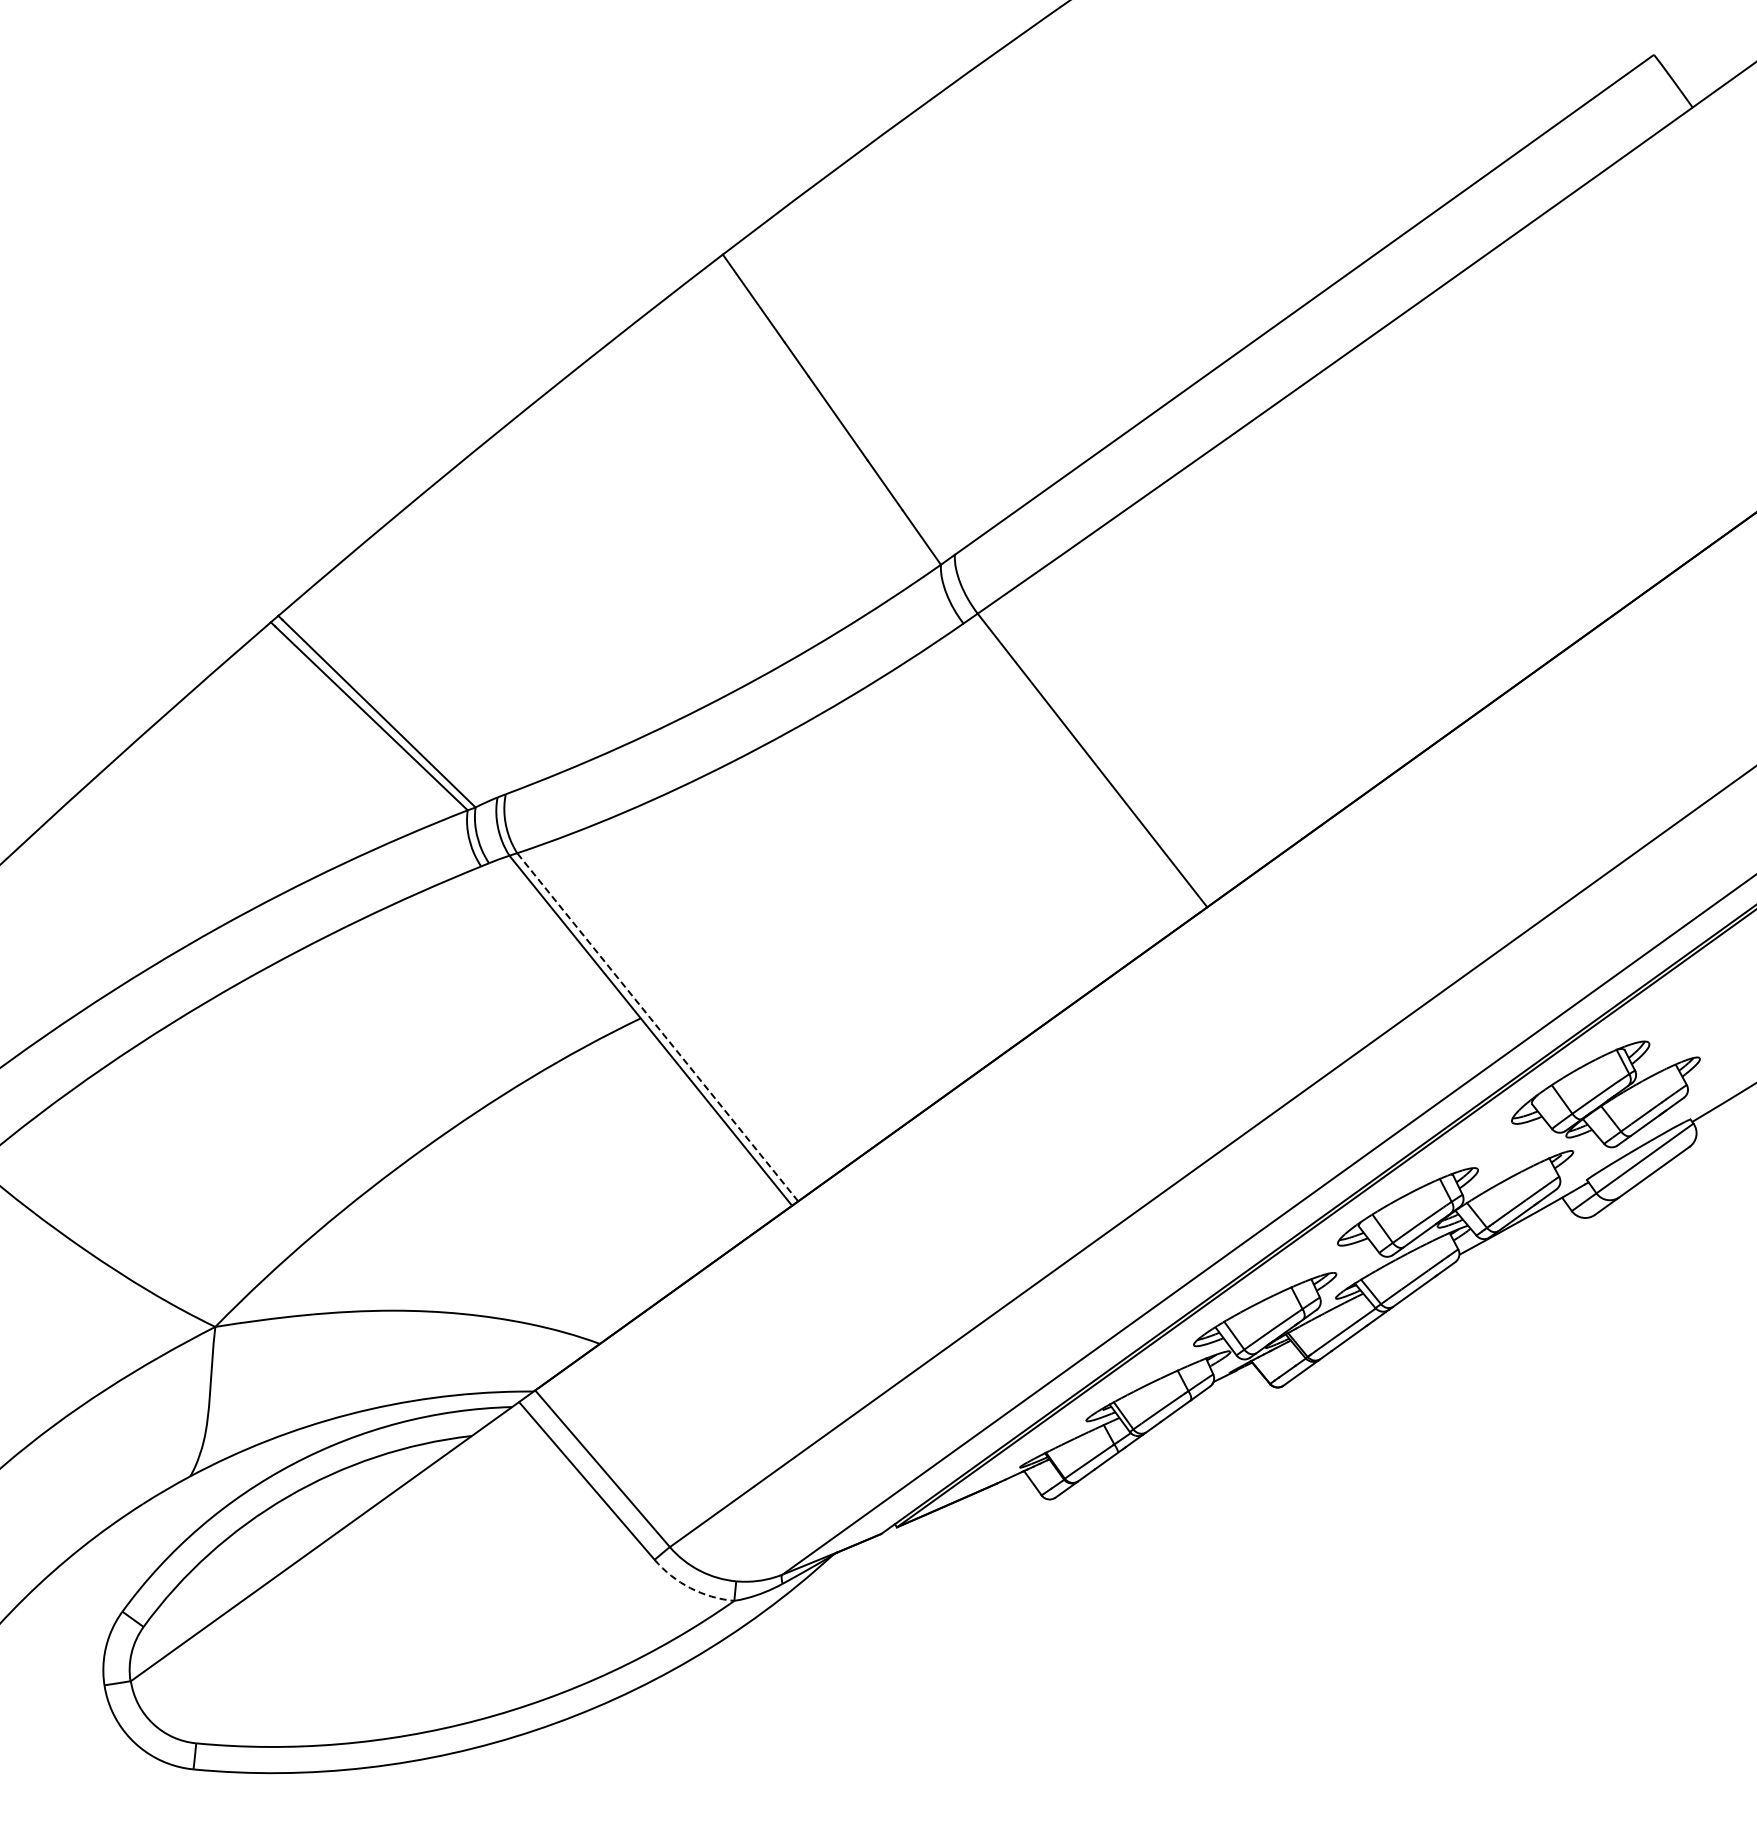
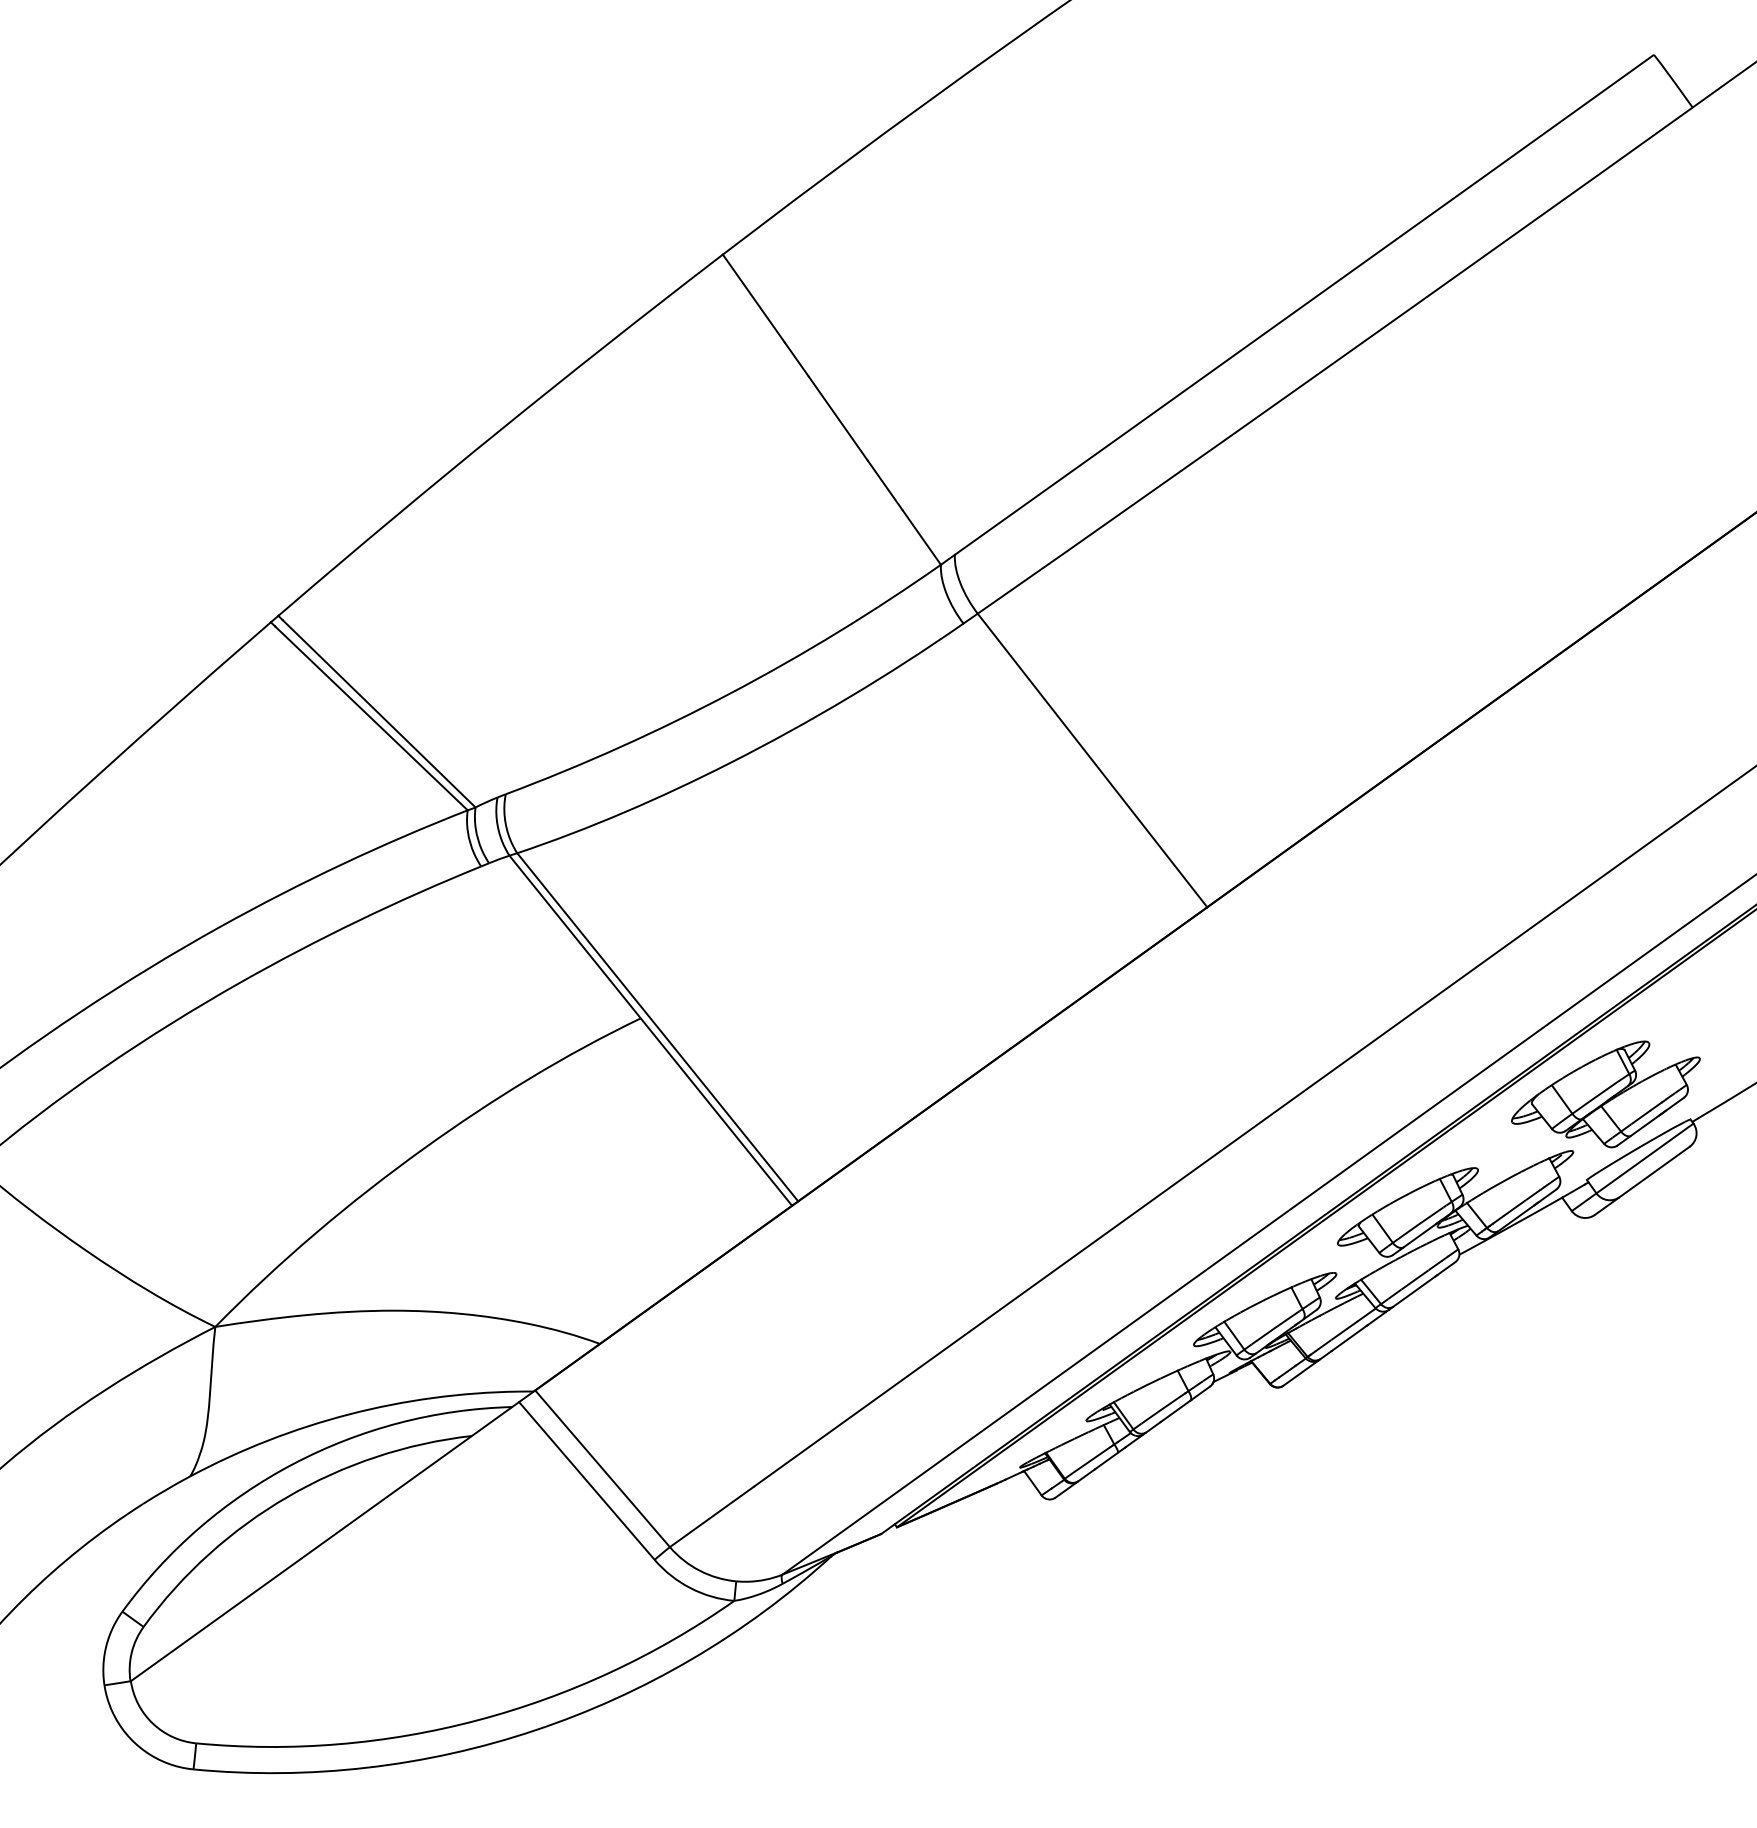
line at (657, 1027): dashed -> solid
arc at (690, 1588): dashed -> solid
